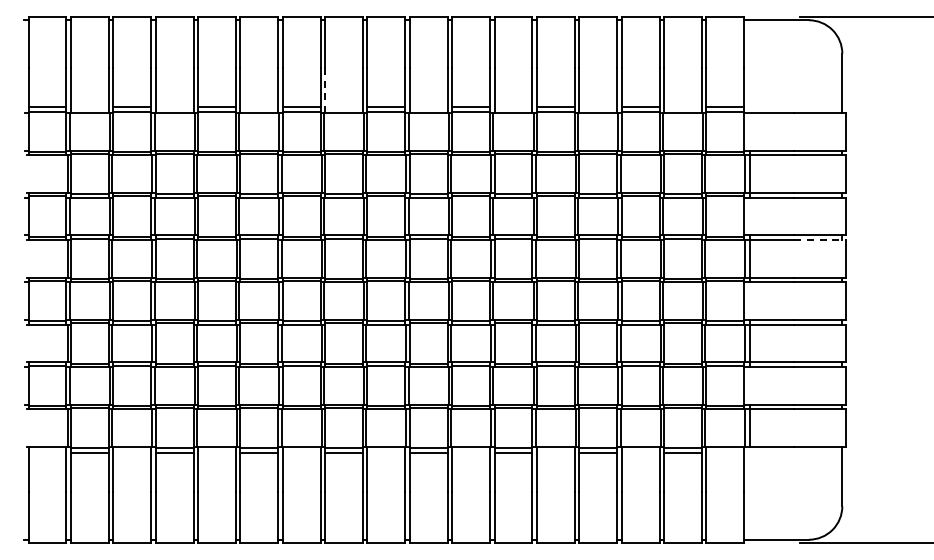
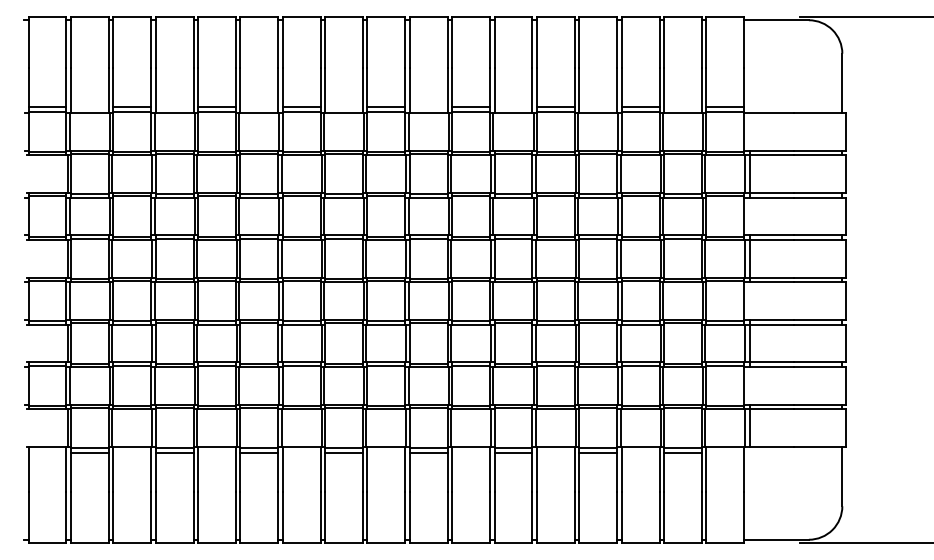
line at (325, 90): dashed -> solid
line at (820, 239): dashed -> solid
